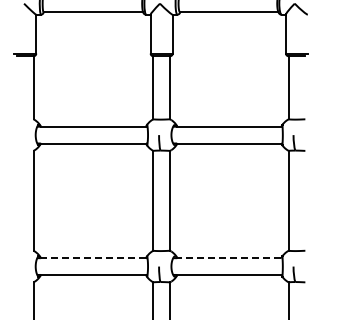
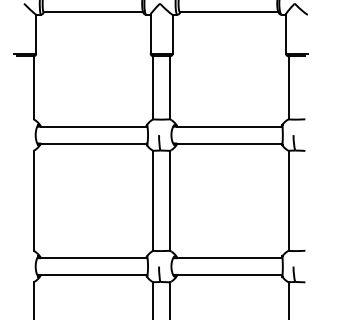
line at (93, 258): dashed -> solid
line at (228, 258): dashed -> solid
